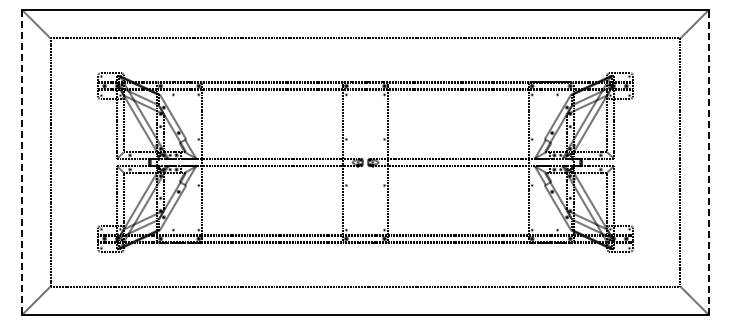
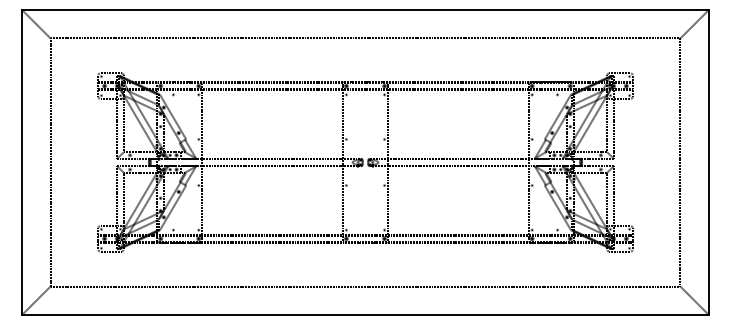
line at (21, 162): dashed -> solid
line at (709, 162): dashed -> solid
